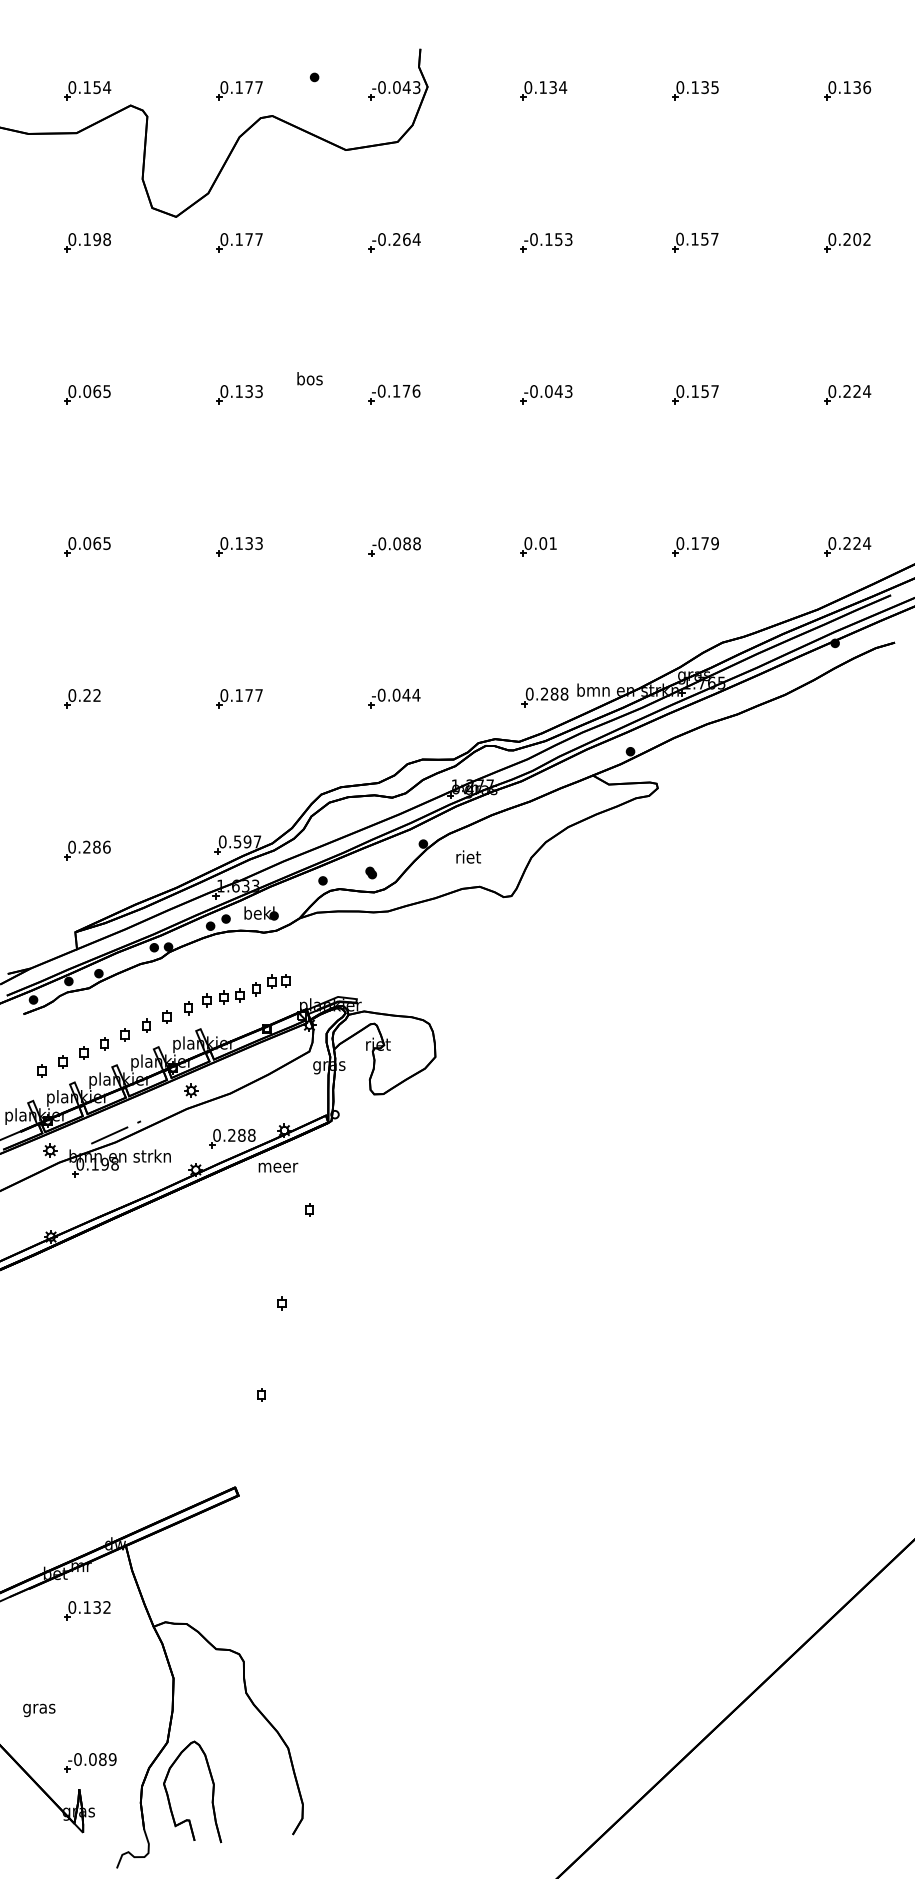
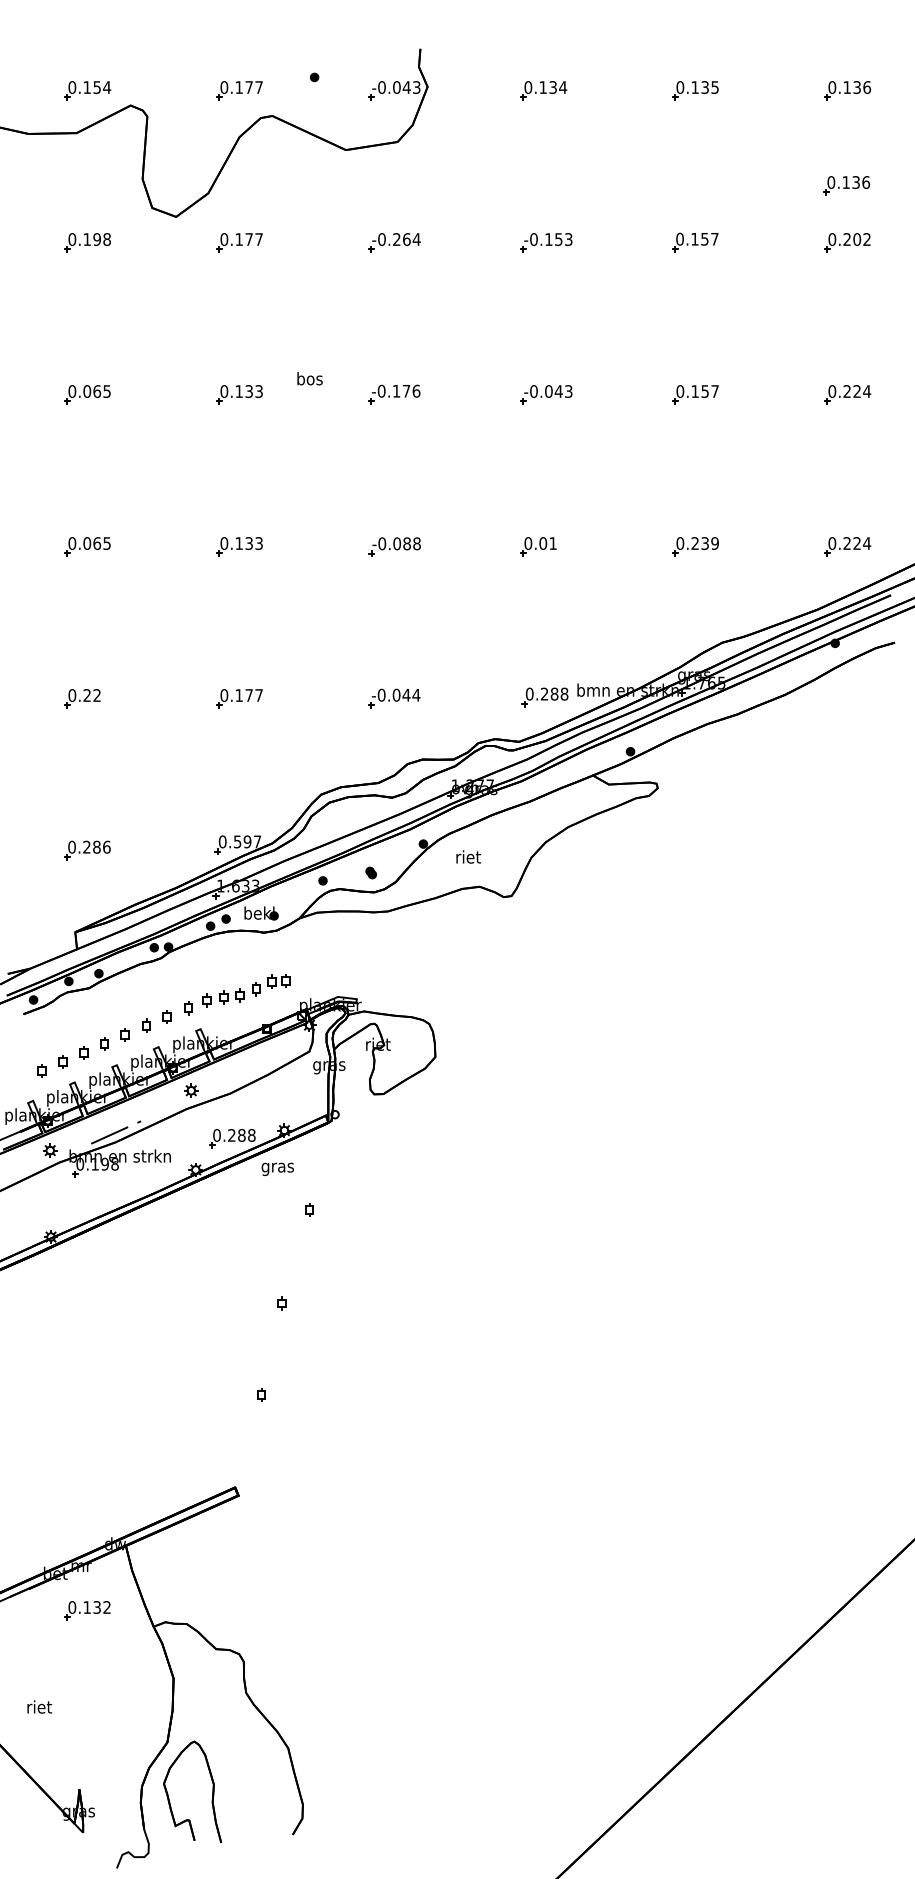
part at (846, 185): none -> present
text at (699, 543): 0.179 -> 0.239
text at (278, 1168): meer -> gras
text at (39, 1708): gras -> riet
part at (90, 1762): present -> none
